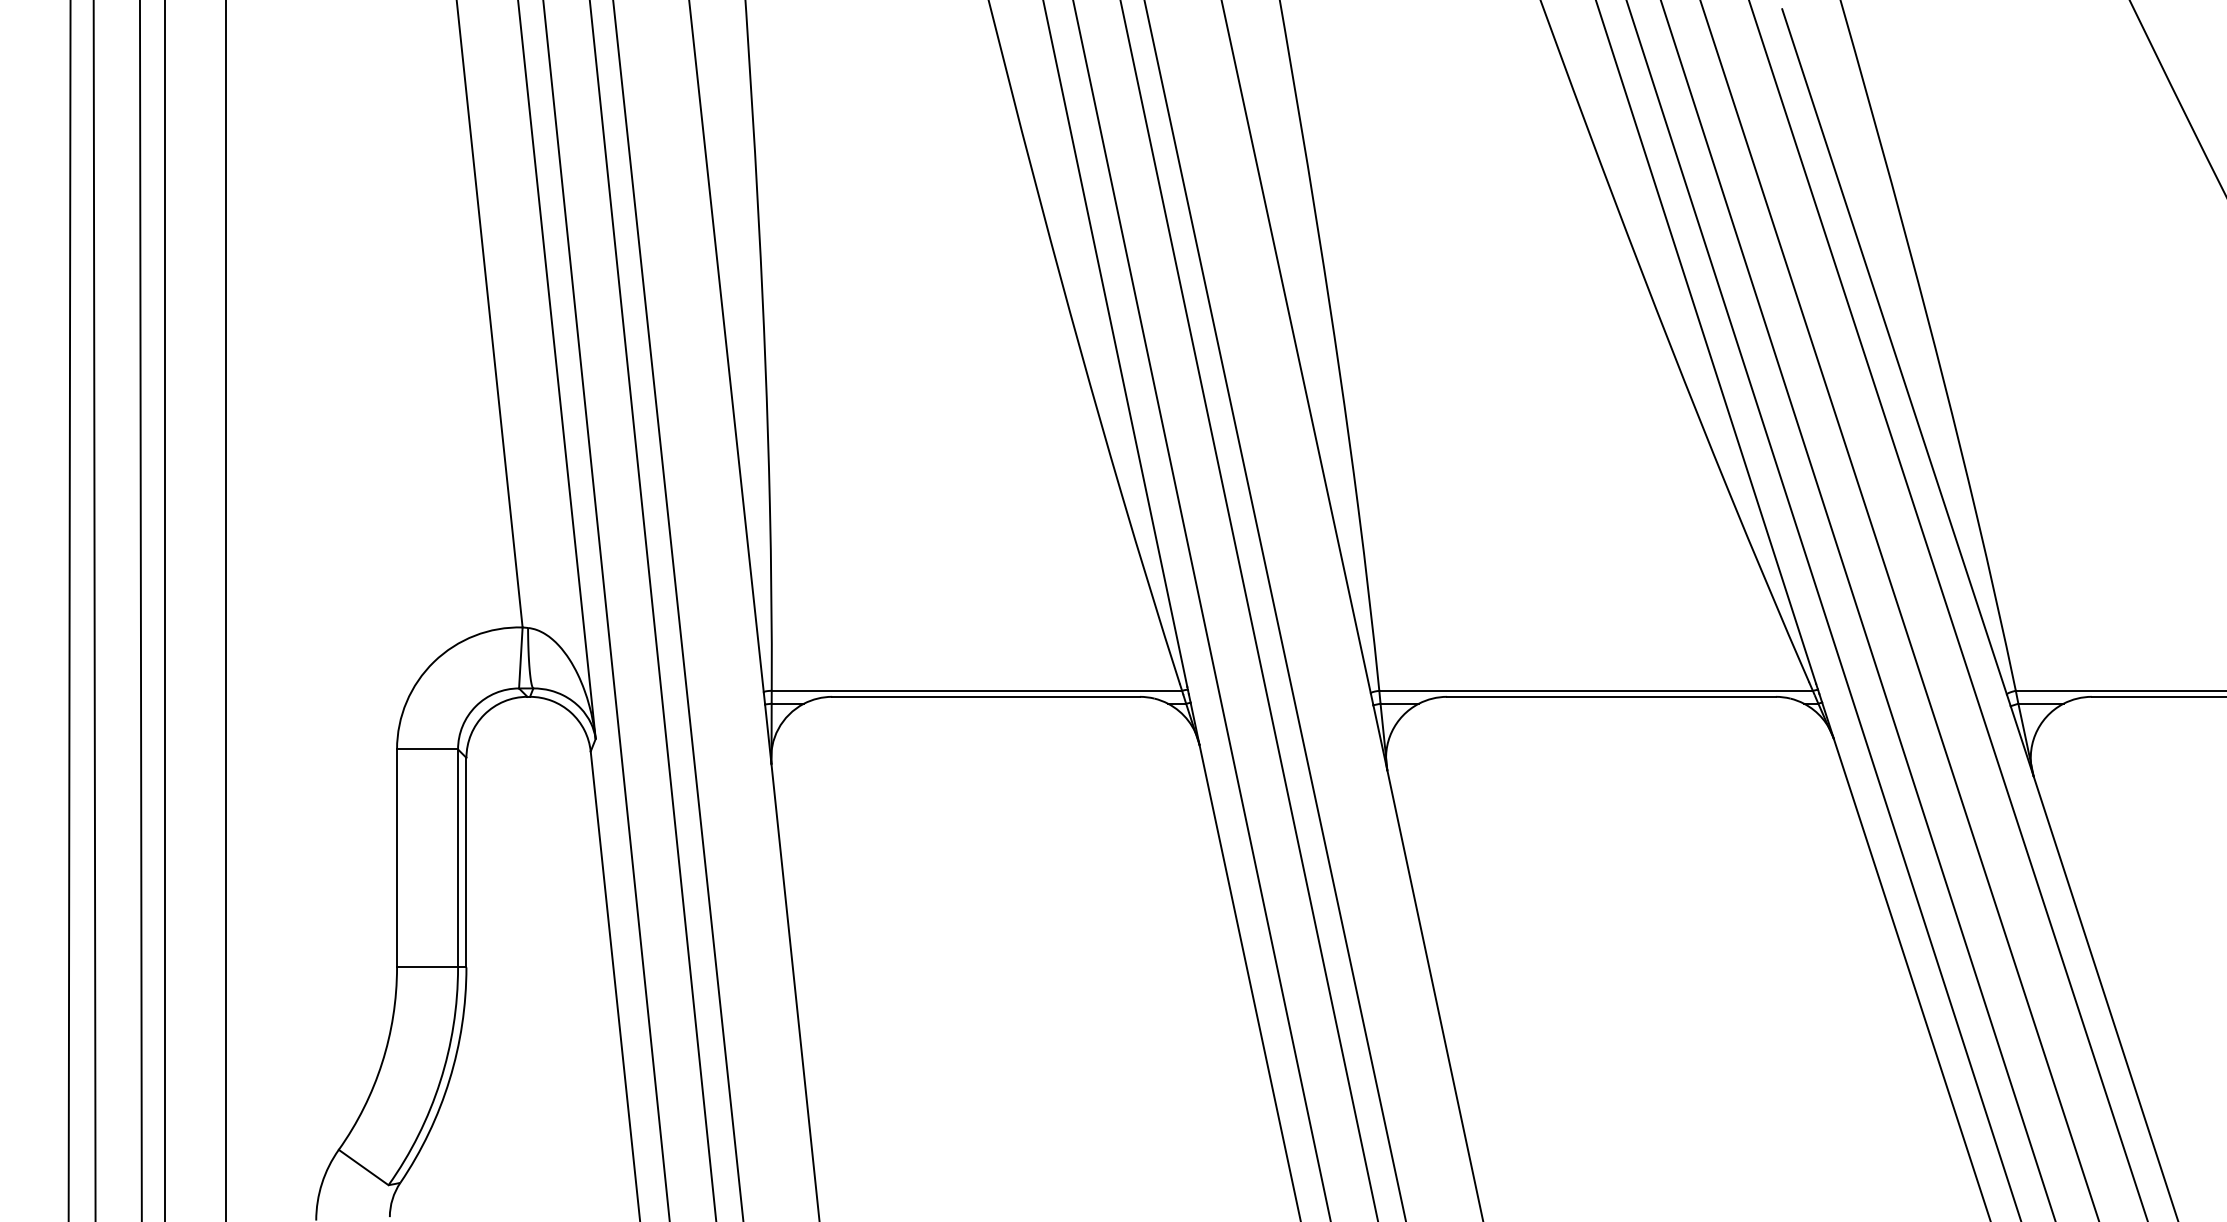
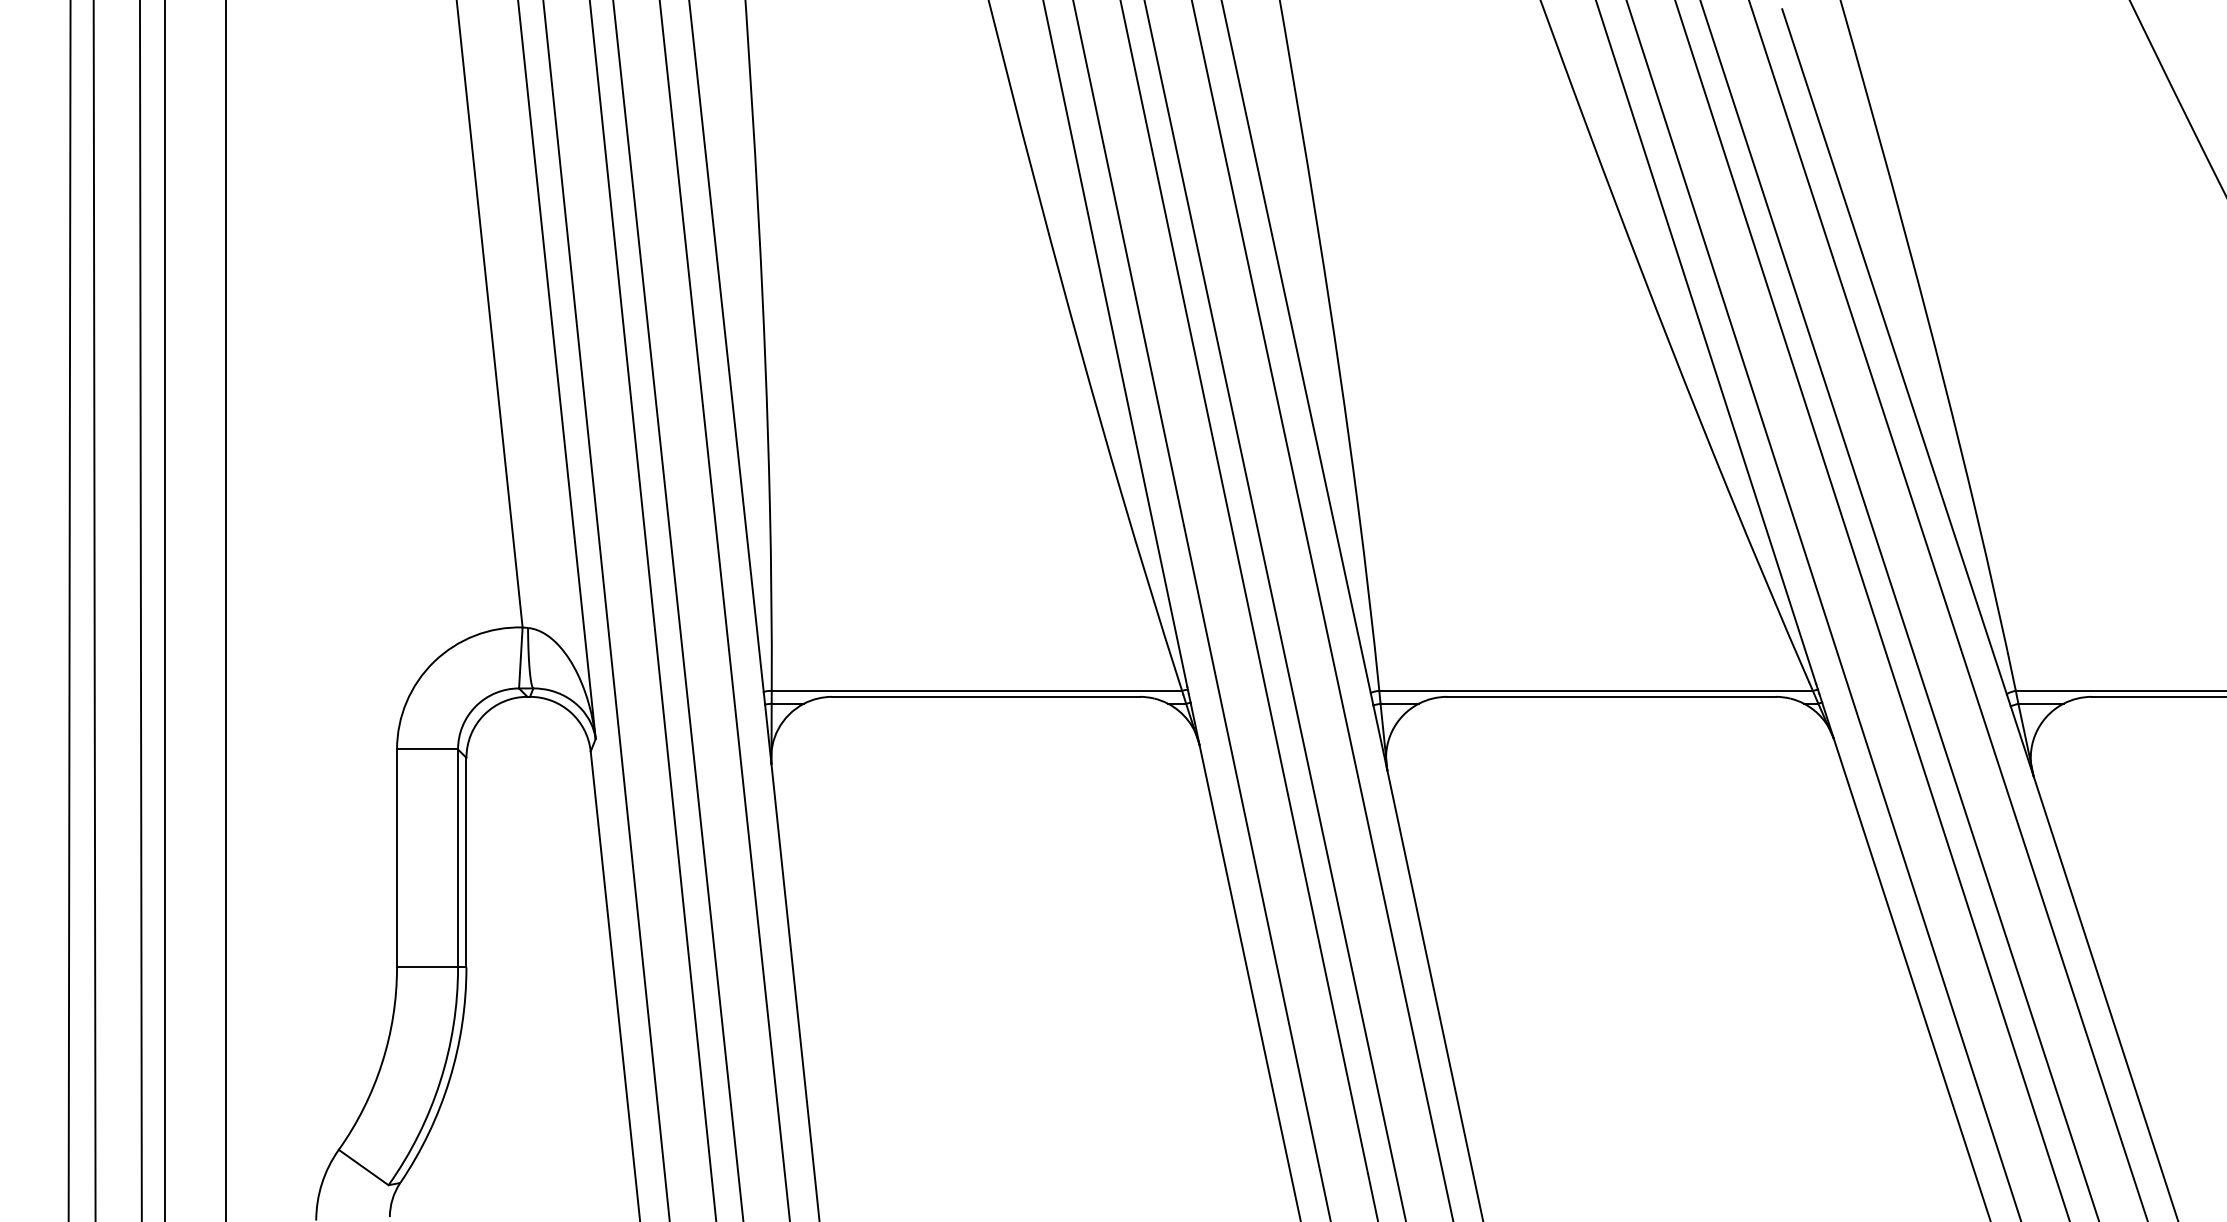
line at (724, 610): none -> present
line at (1322, 610): none -> present
line at (1857, 610) position: (1857, 610) -> (1872, 610)
